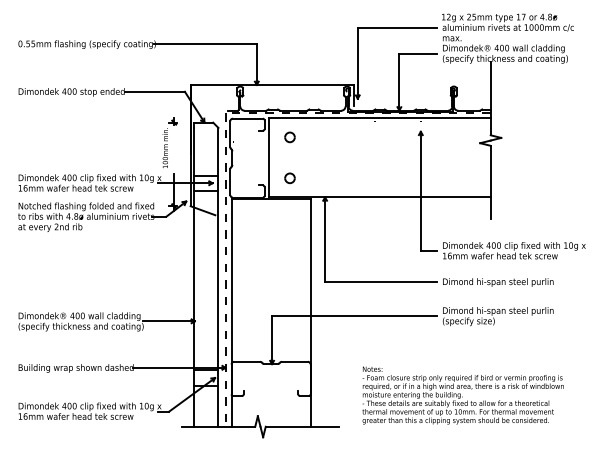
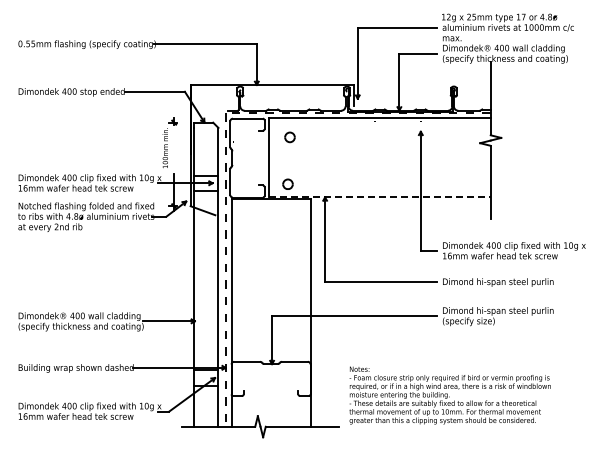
part at (289, 178) position: (289, 178) -> (287, 184)
line at (379, 197): solid -> dashed
text at (462, 395) position: (462, 395) -> (449, 395)
